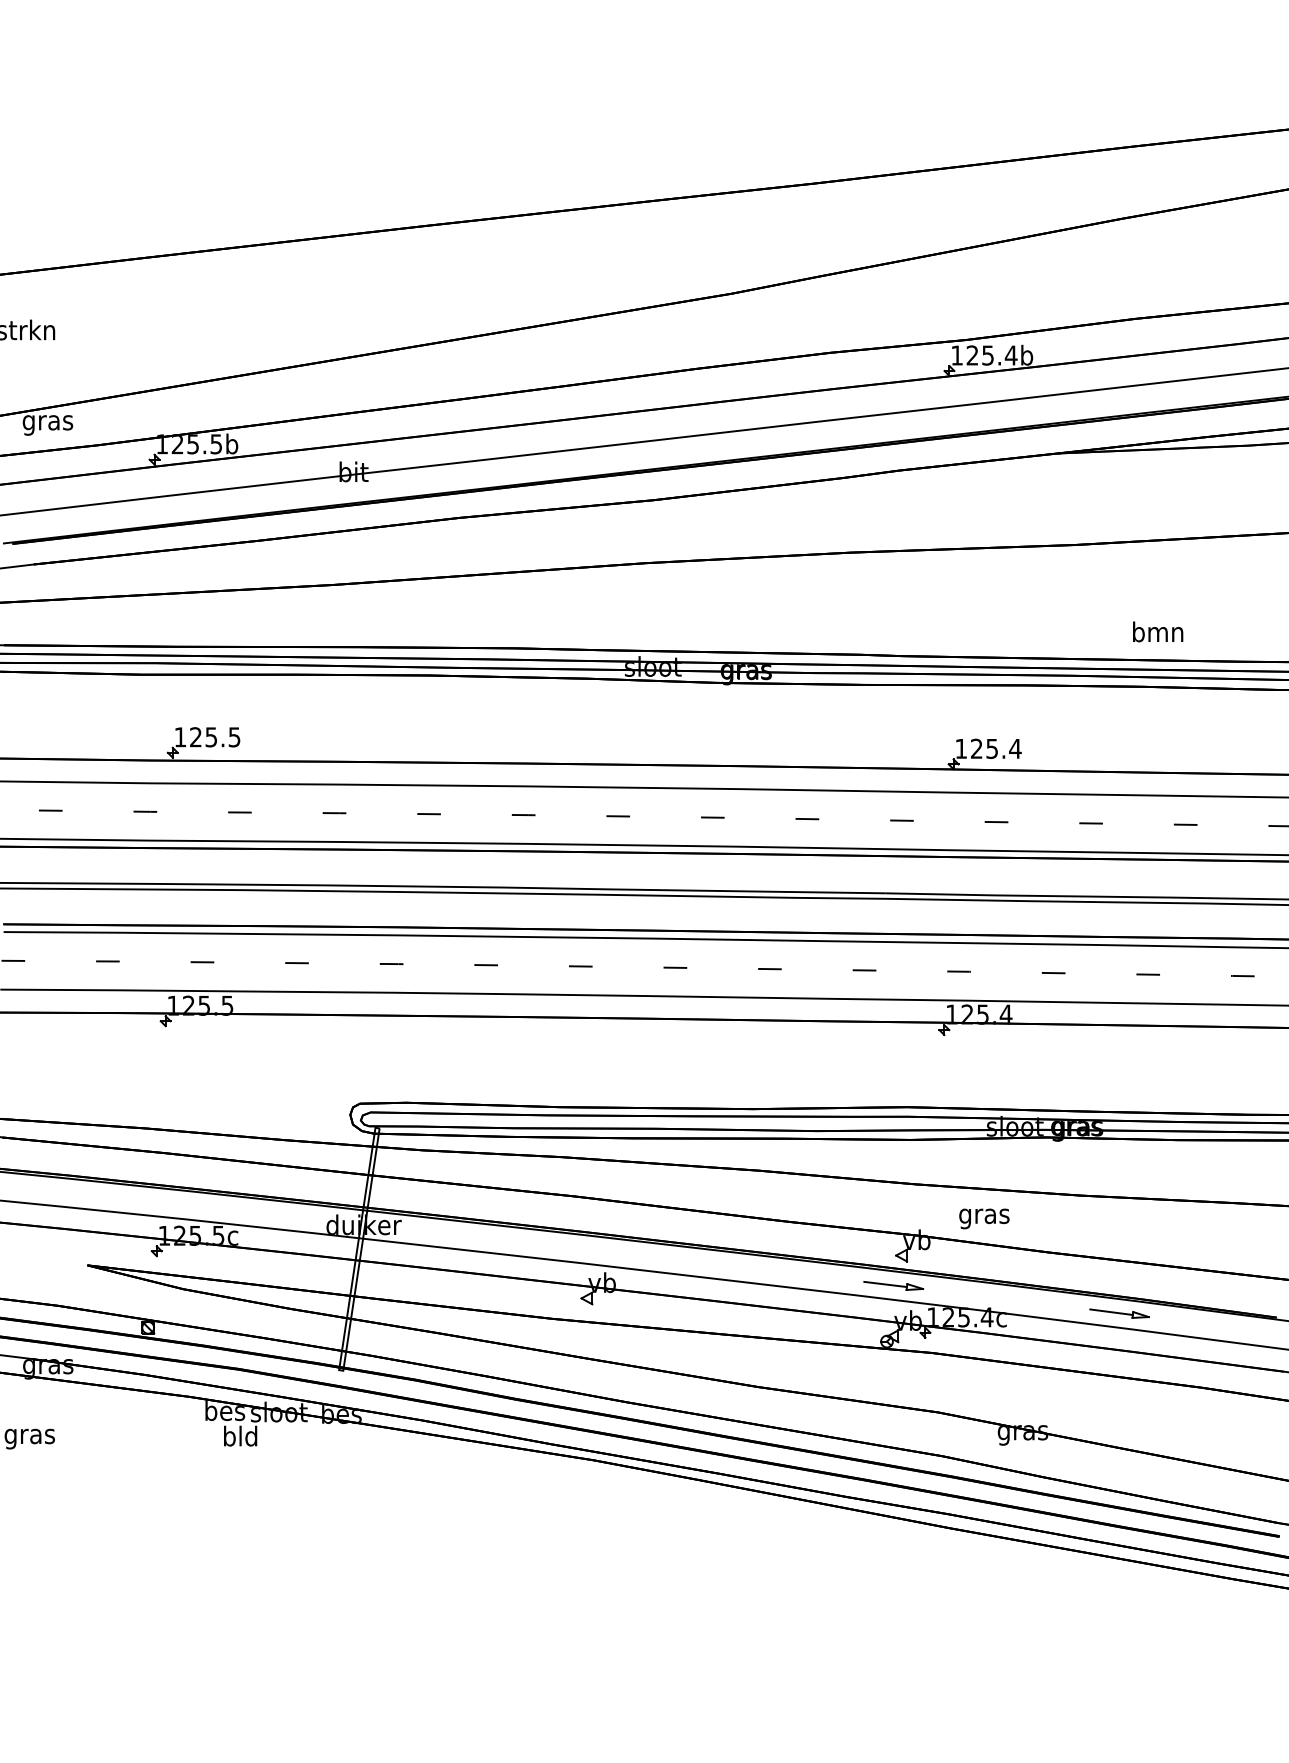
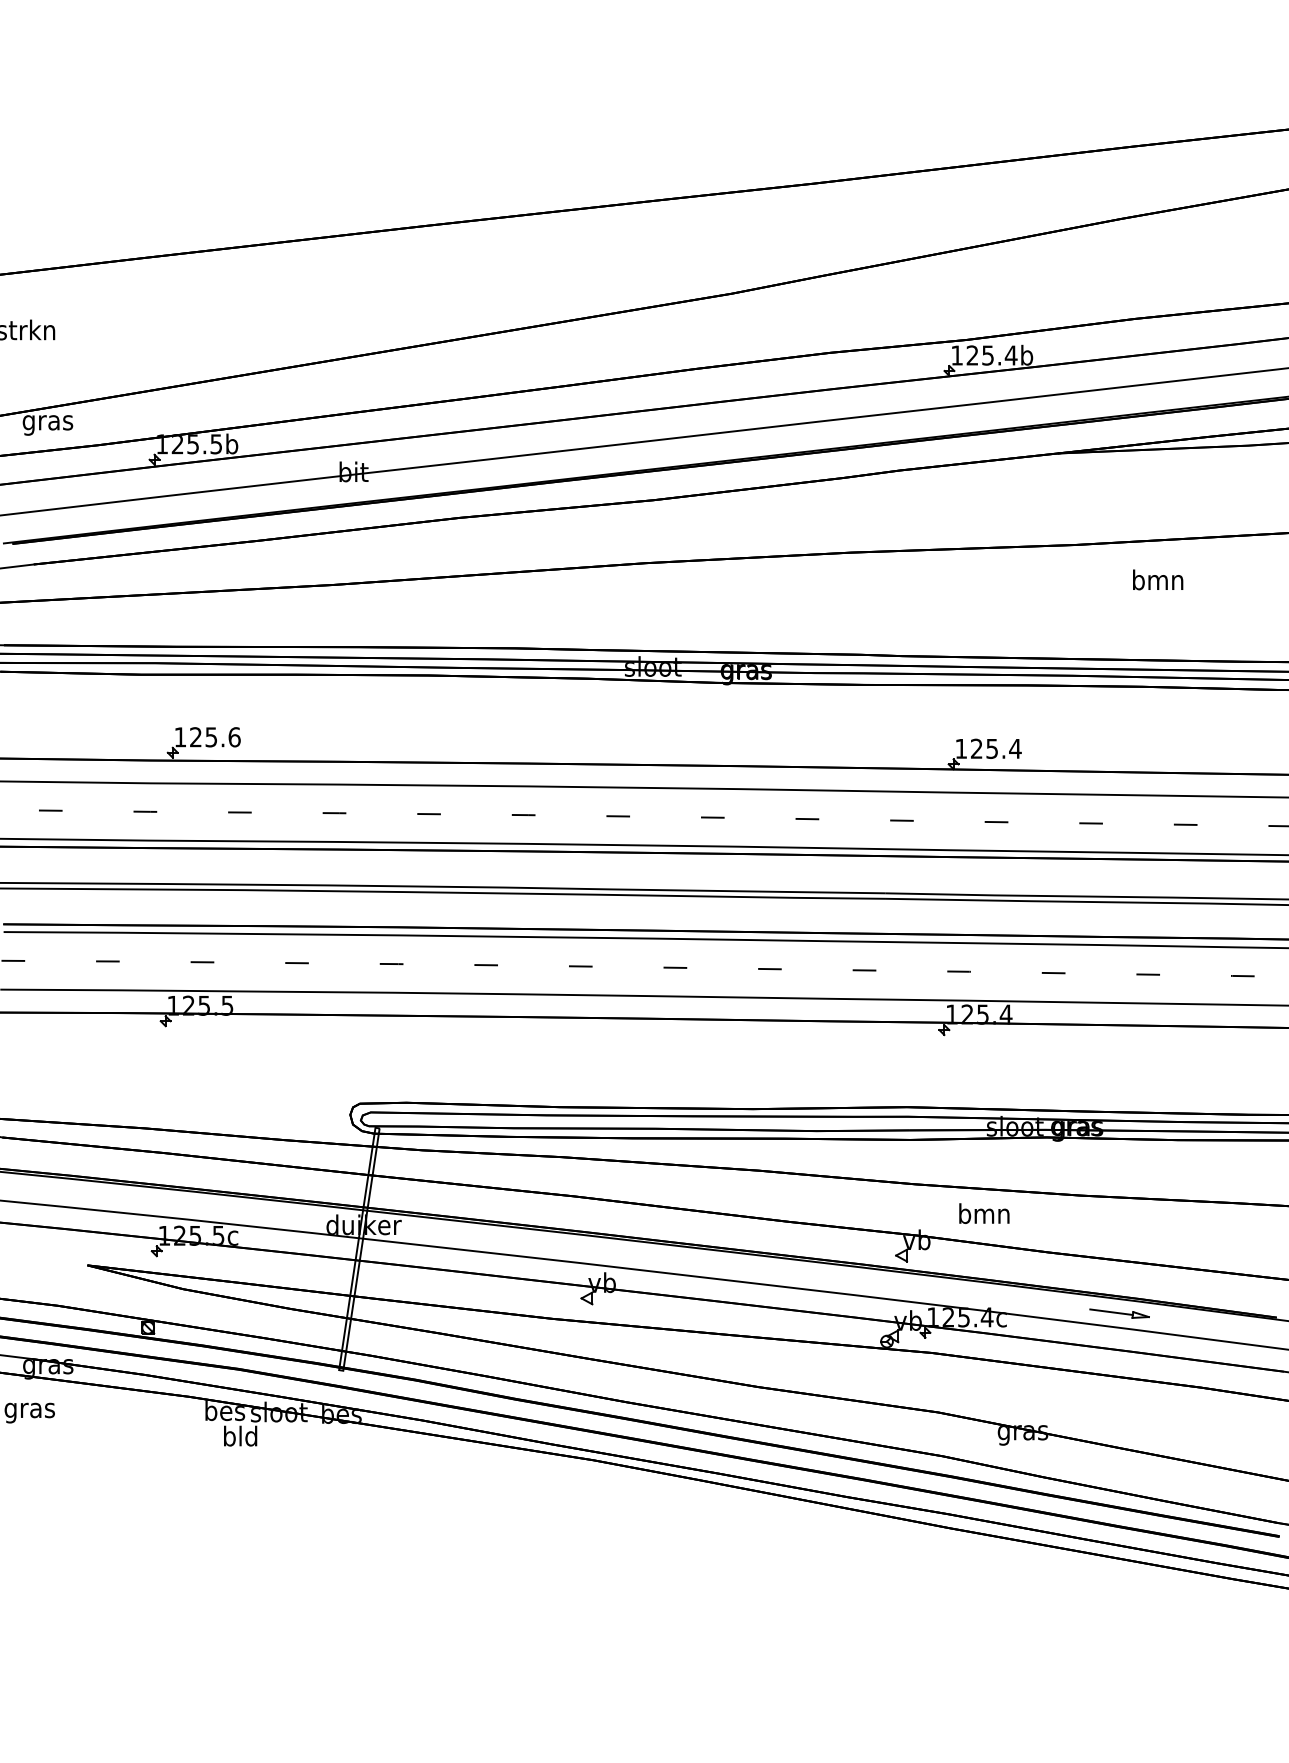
text at (1158, 631) position: (1158, 631) -> (1158, 579)
text at (234, 737): 125.5 -> 125.6
text at (984, 1216): gras -> bmn
part at (893, 1285): present -> none
text at (29, 1438) position: (29, 1438) -> (29, 1412)
